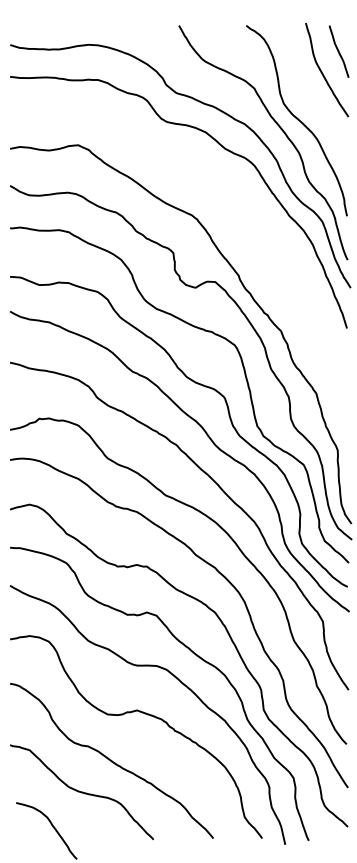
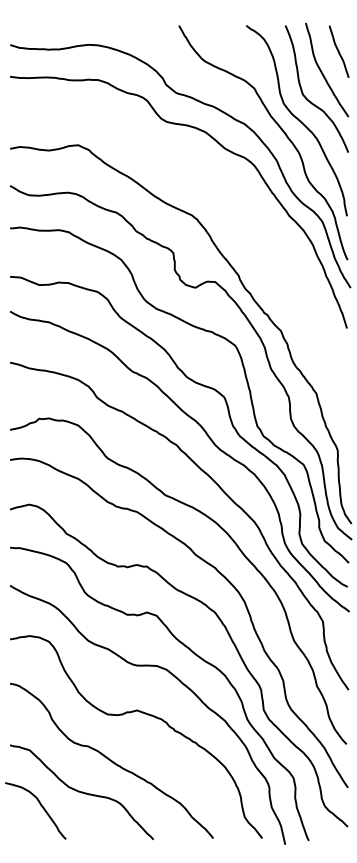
curve at (304, 94): none -> present
curve at (52, 827) position: (52, 827) -> (41, 807)
